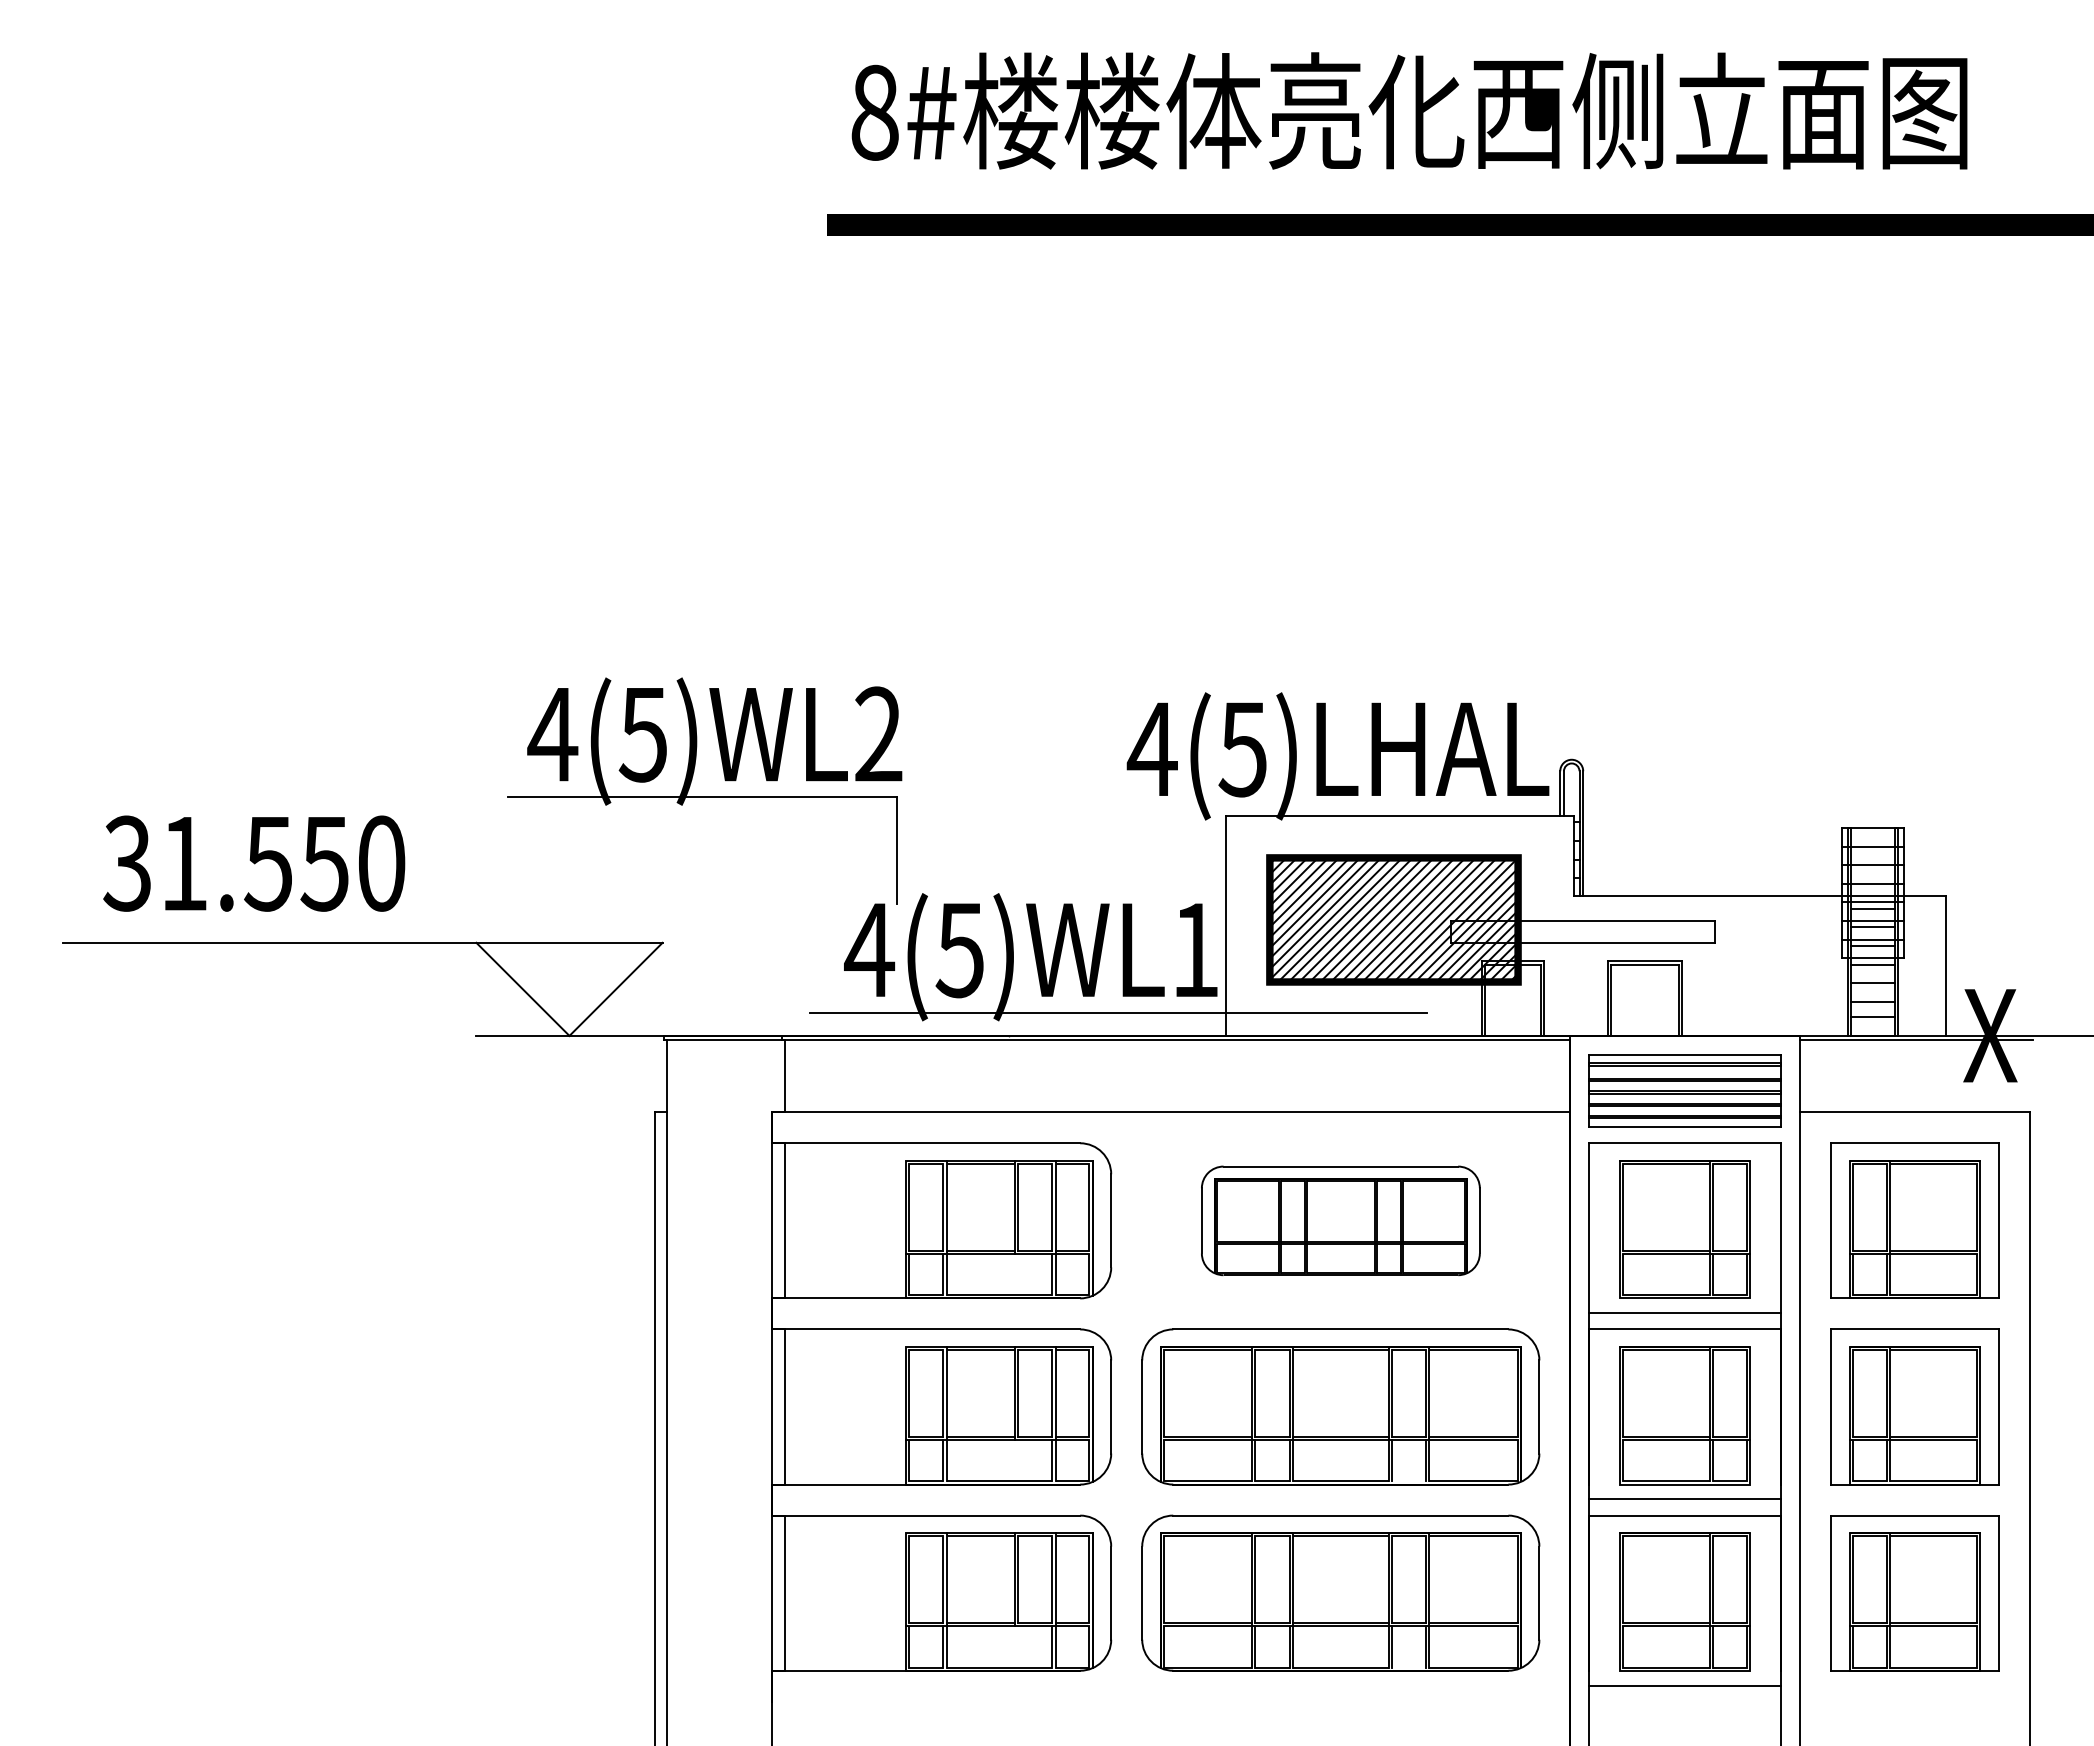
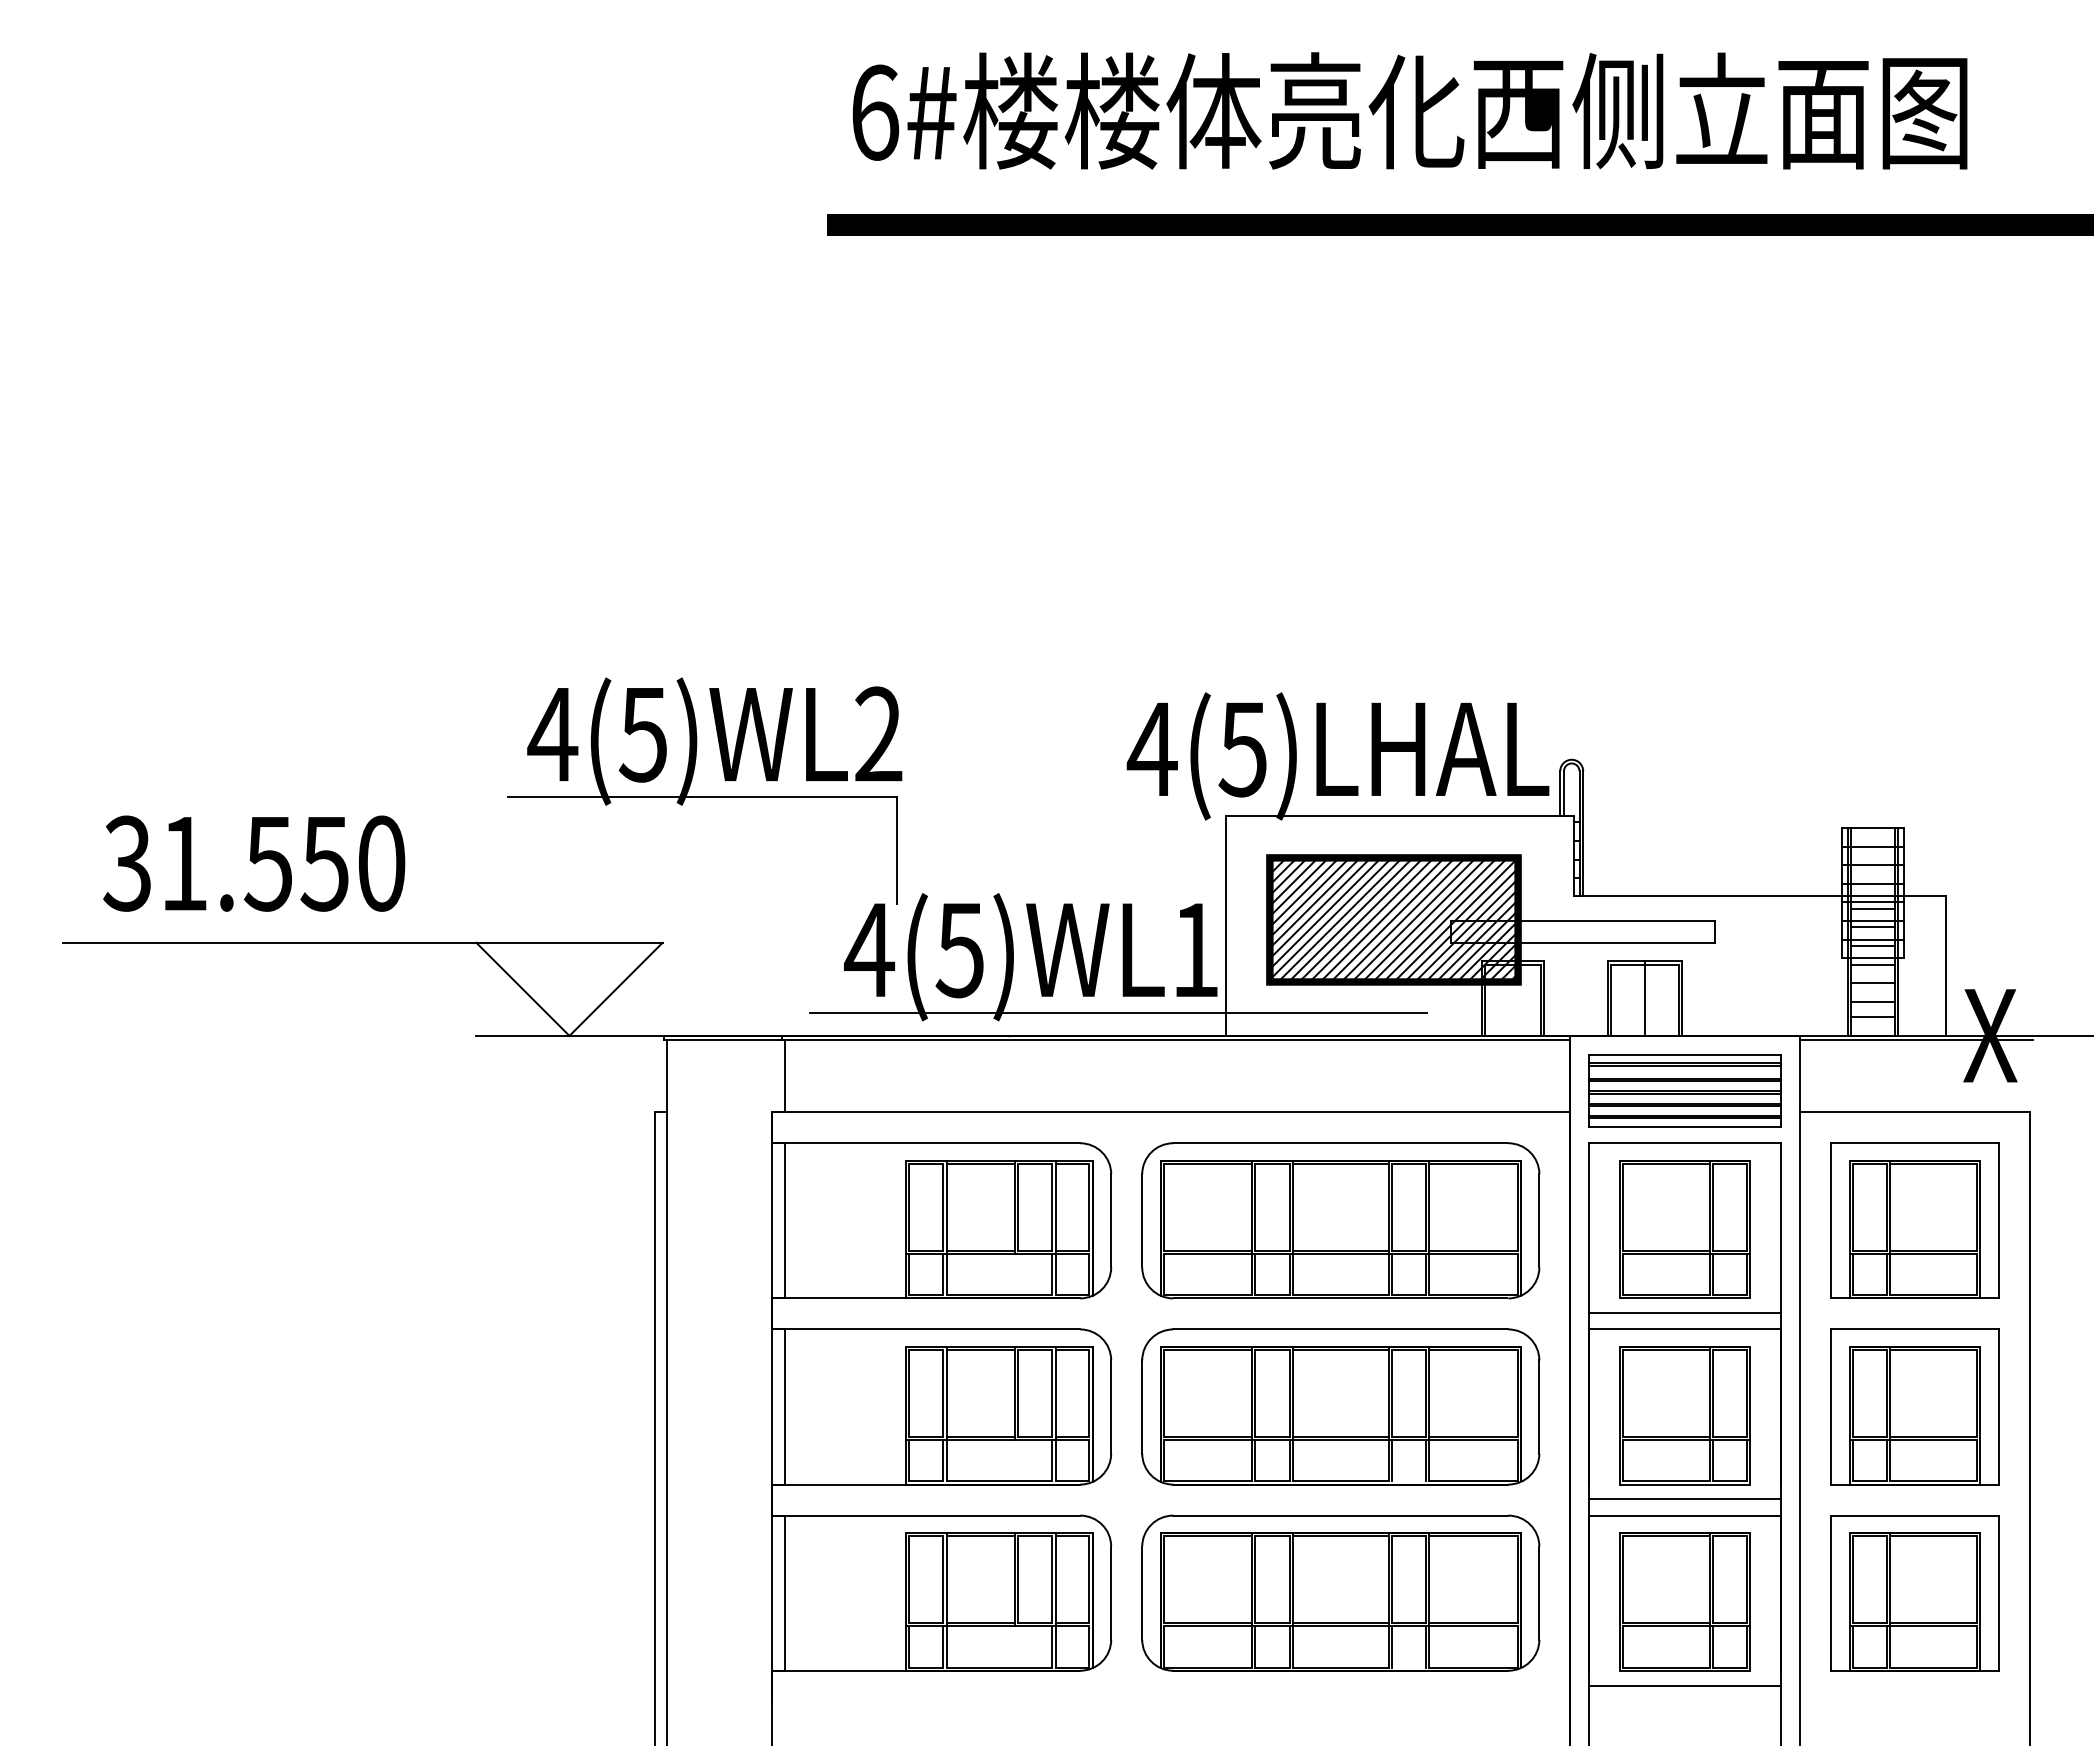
text at (875, 112): 8# -> 6#
line at (1644, 998): none -> present
part at (1340, 1220) size: 280x111 px -> 400x158 px
